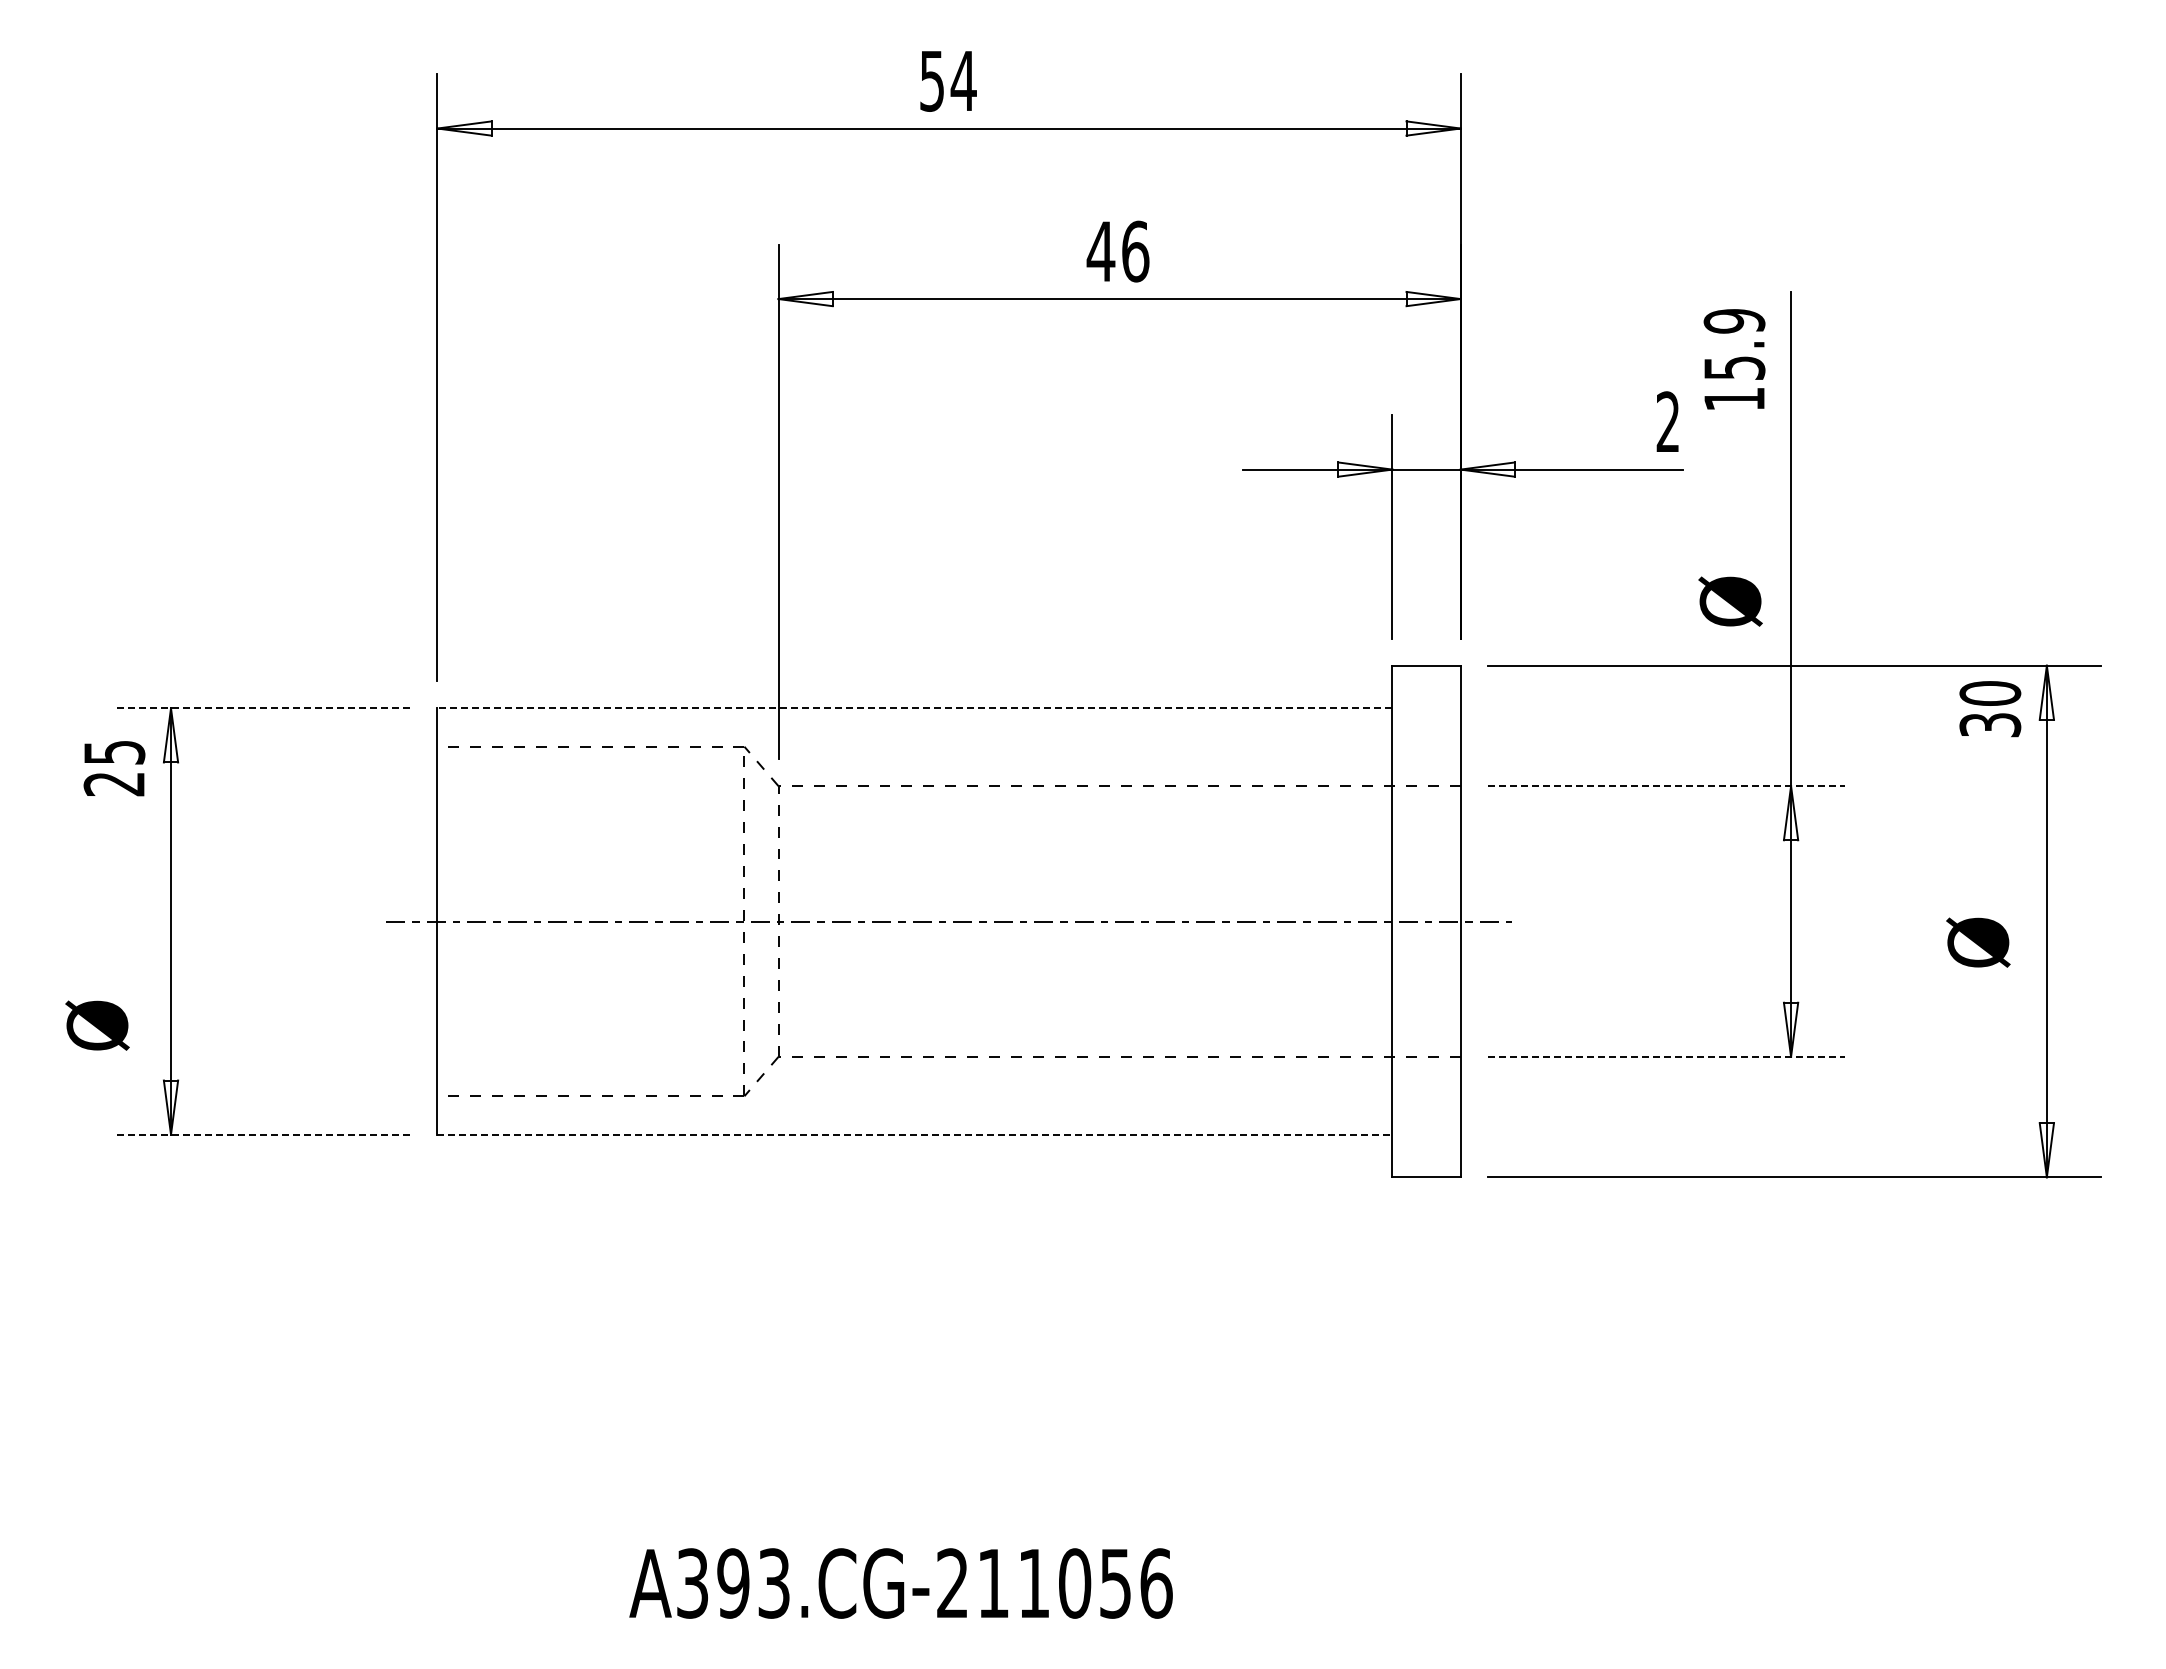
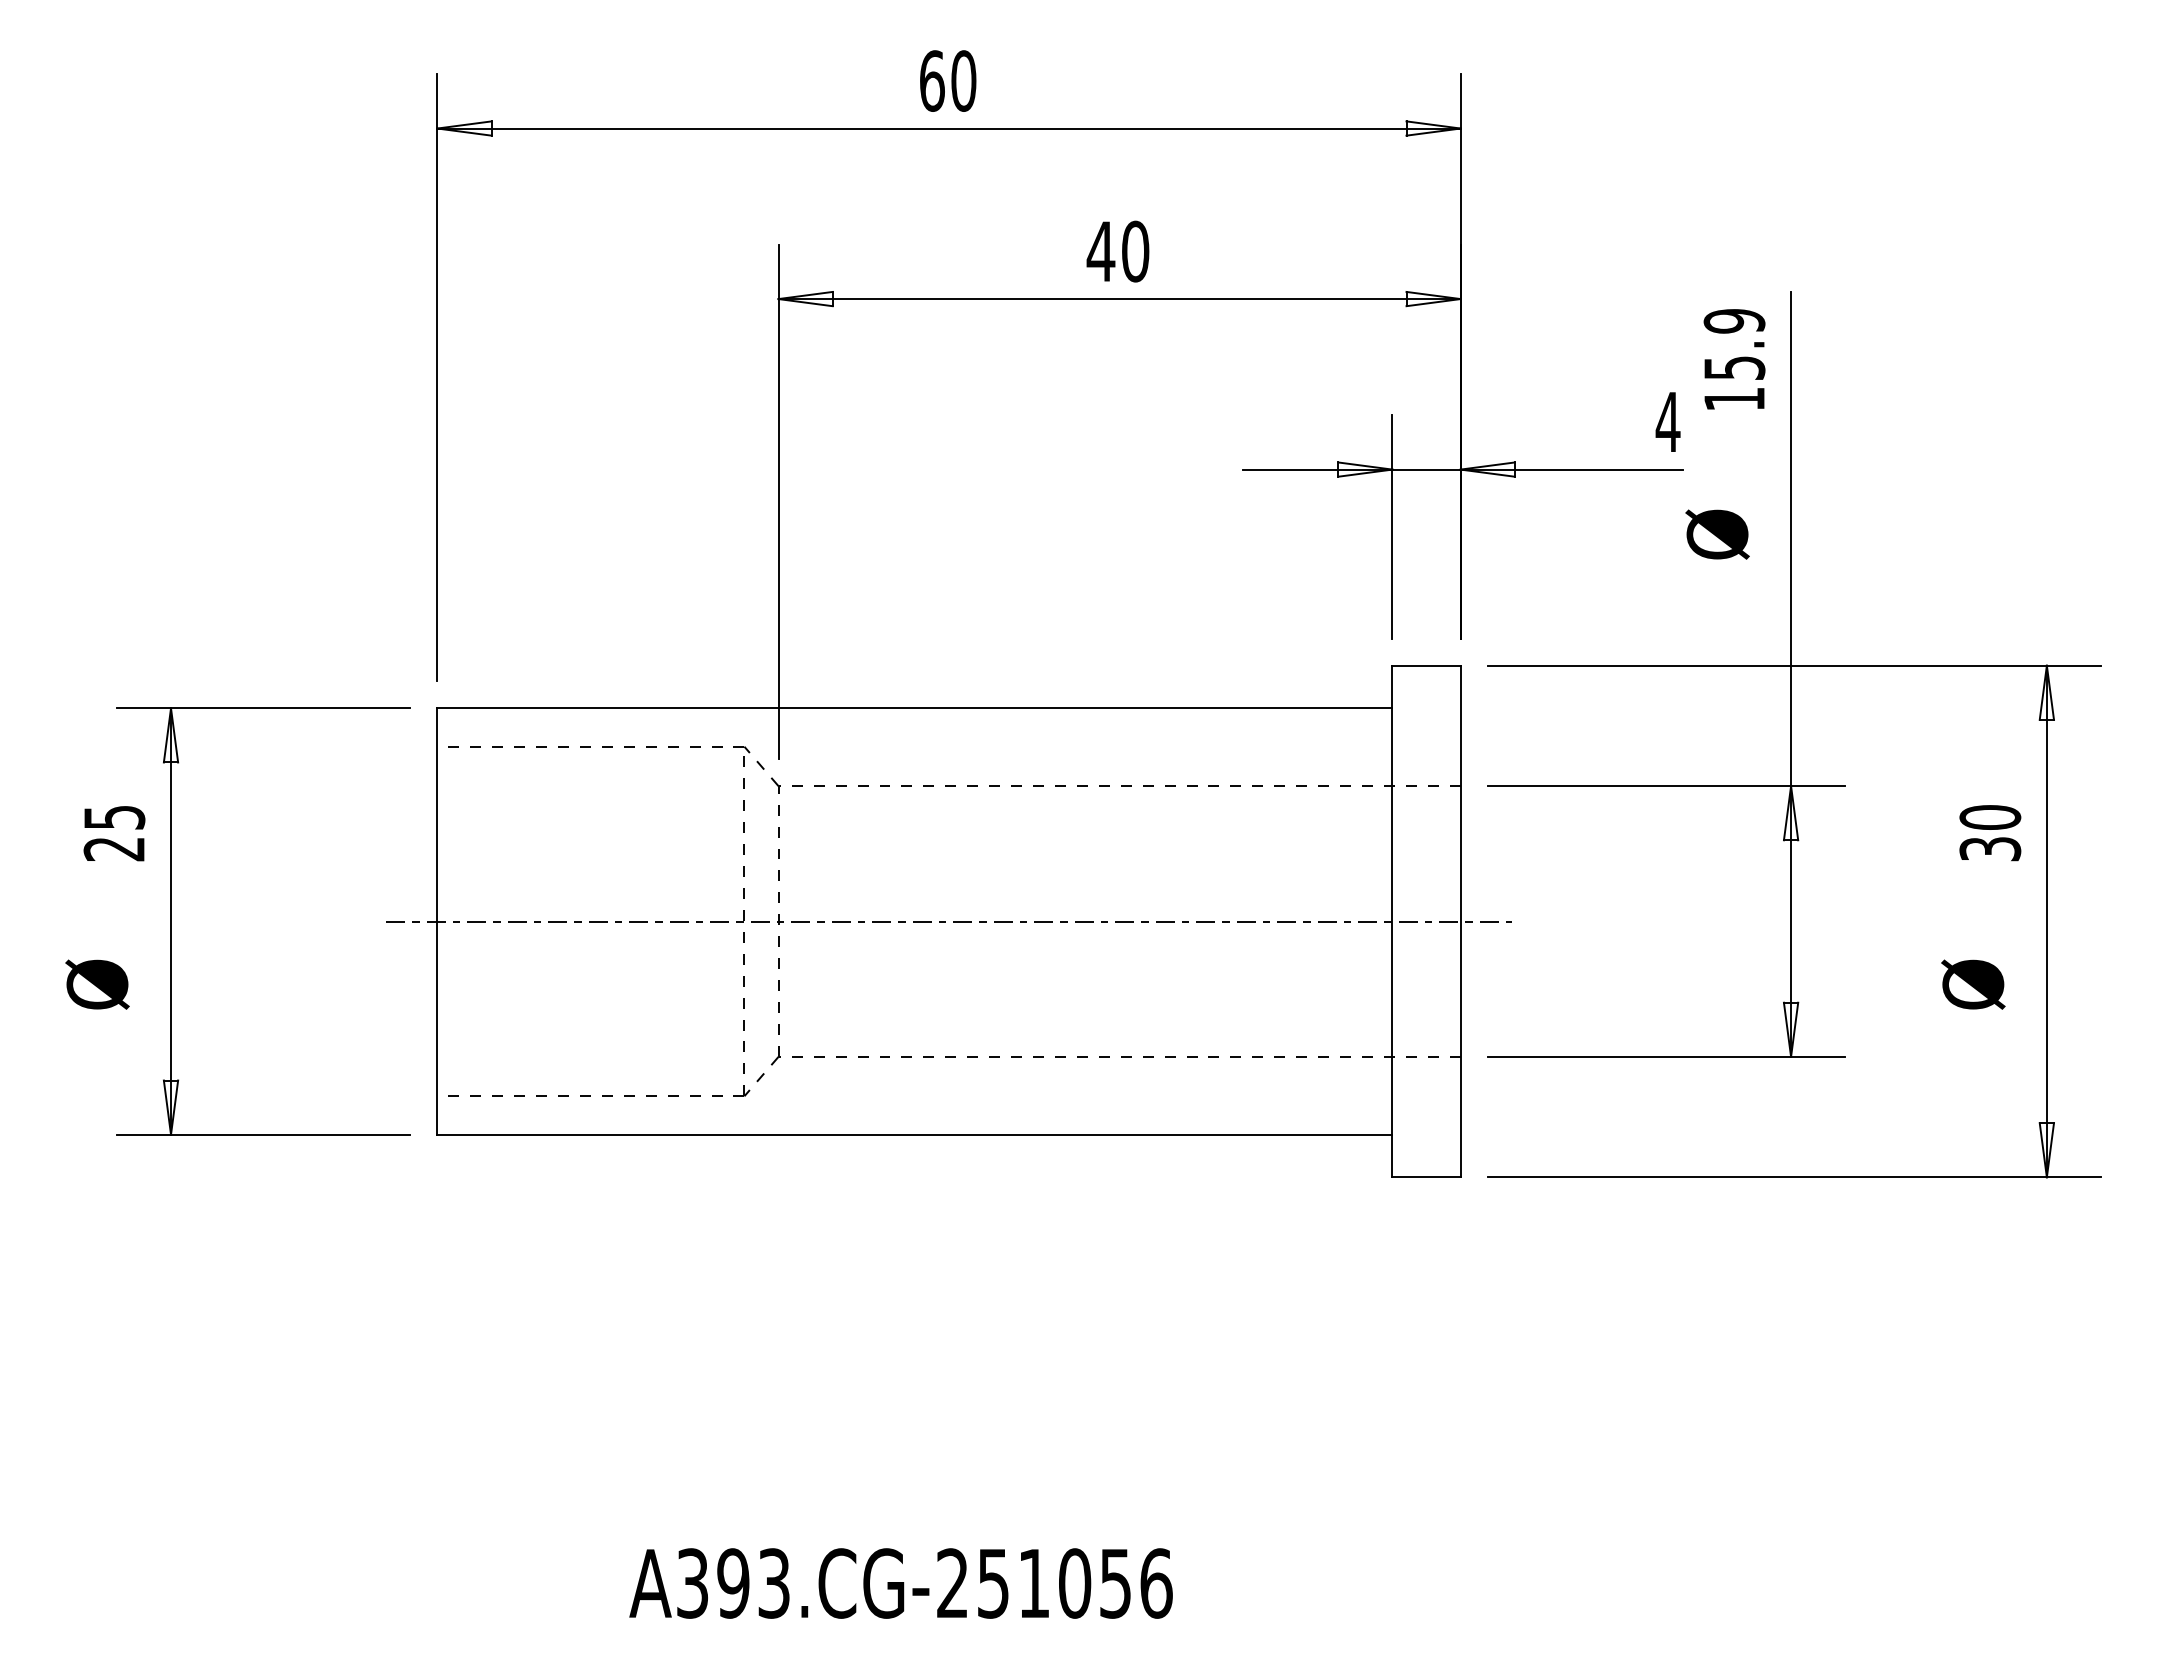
text at (948, 80): 54 -> 60
text at (1135, 251): 46 -> 40
text at (1667, 421): 2 -> 4
text at (1730, 601) position: (1730, 601) -> (1717, 534)
line at (263, 708): dashed -> solid
line at (914, 708): dashed -> solid
text at (1990, 709) position: (1990, 709) -> (1990, 833)
text at (114, 768) position: (114, 768) -> (114, 833)
line at (1666, 786): dashed -> solid
text at (1978, 942) position: (1978, 942) -> (1973, 984)
text at (97, 1025) position: (97, 1025) -> (97, 984)
line at (1666, 1056): dashed -> solid
line at (263, 1134): dashed -> solid
line at (915, 1134): dashed -> solid
text at (993, 1583): A393.CG-211056 -> A393.CG-251056
